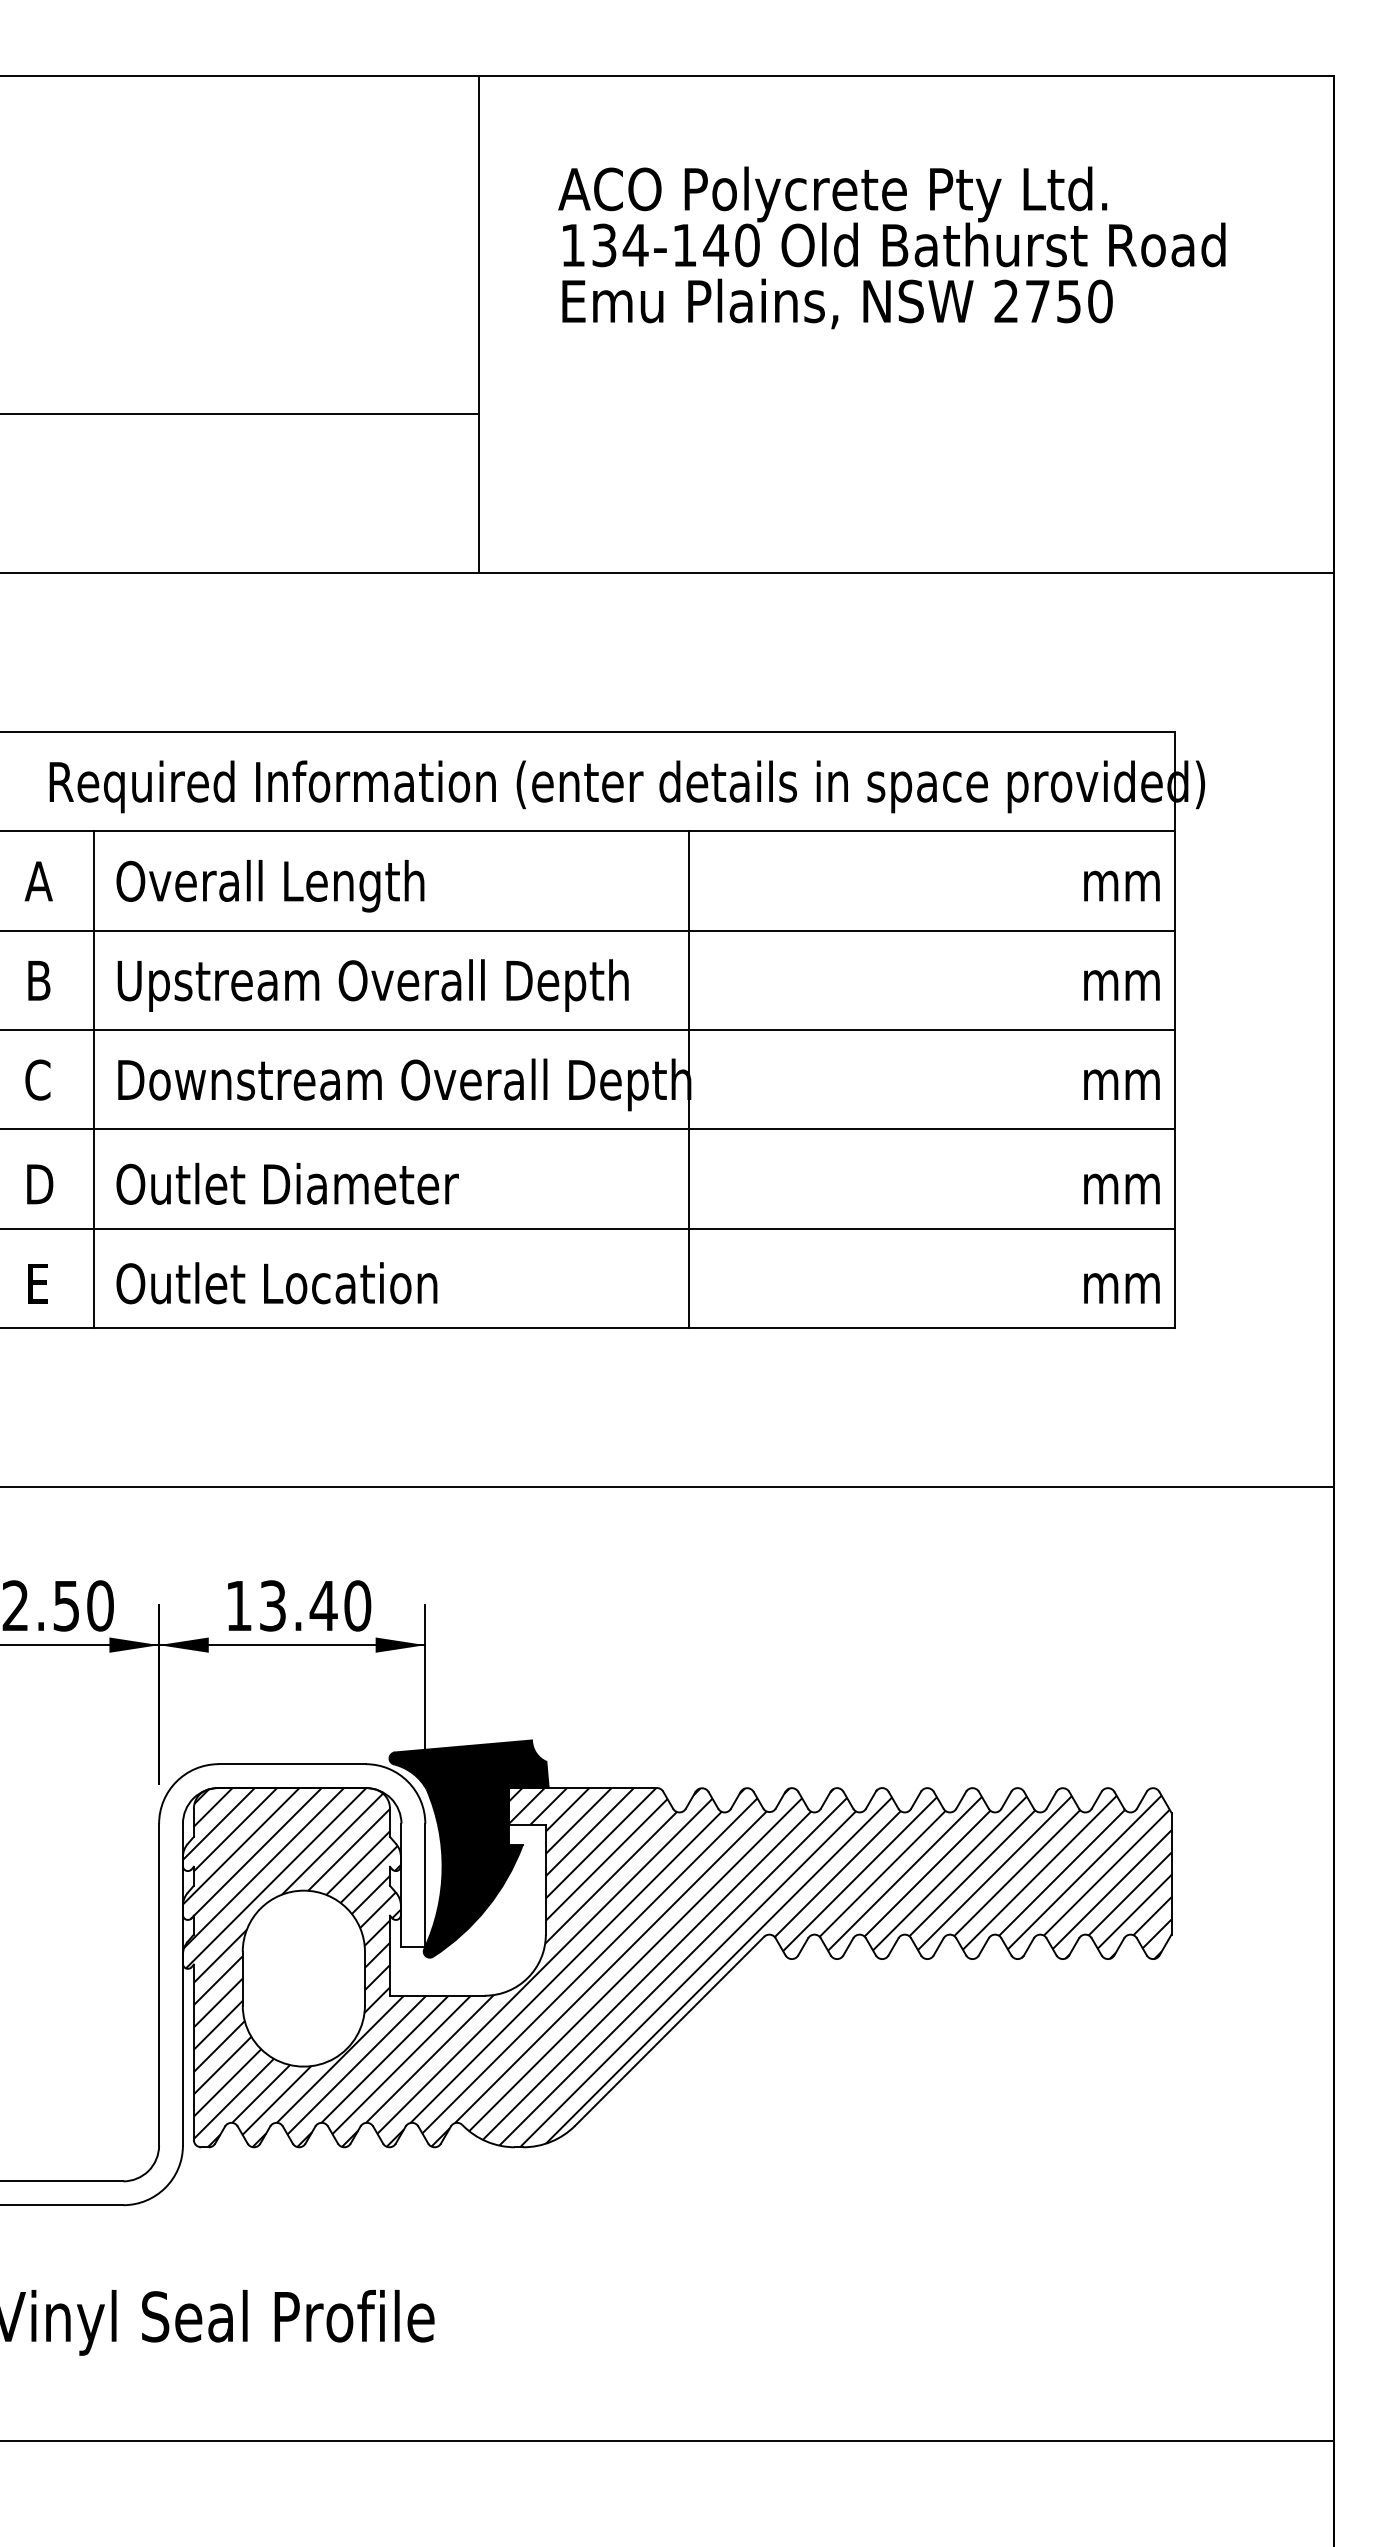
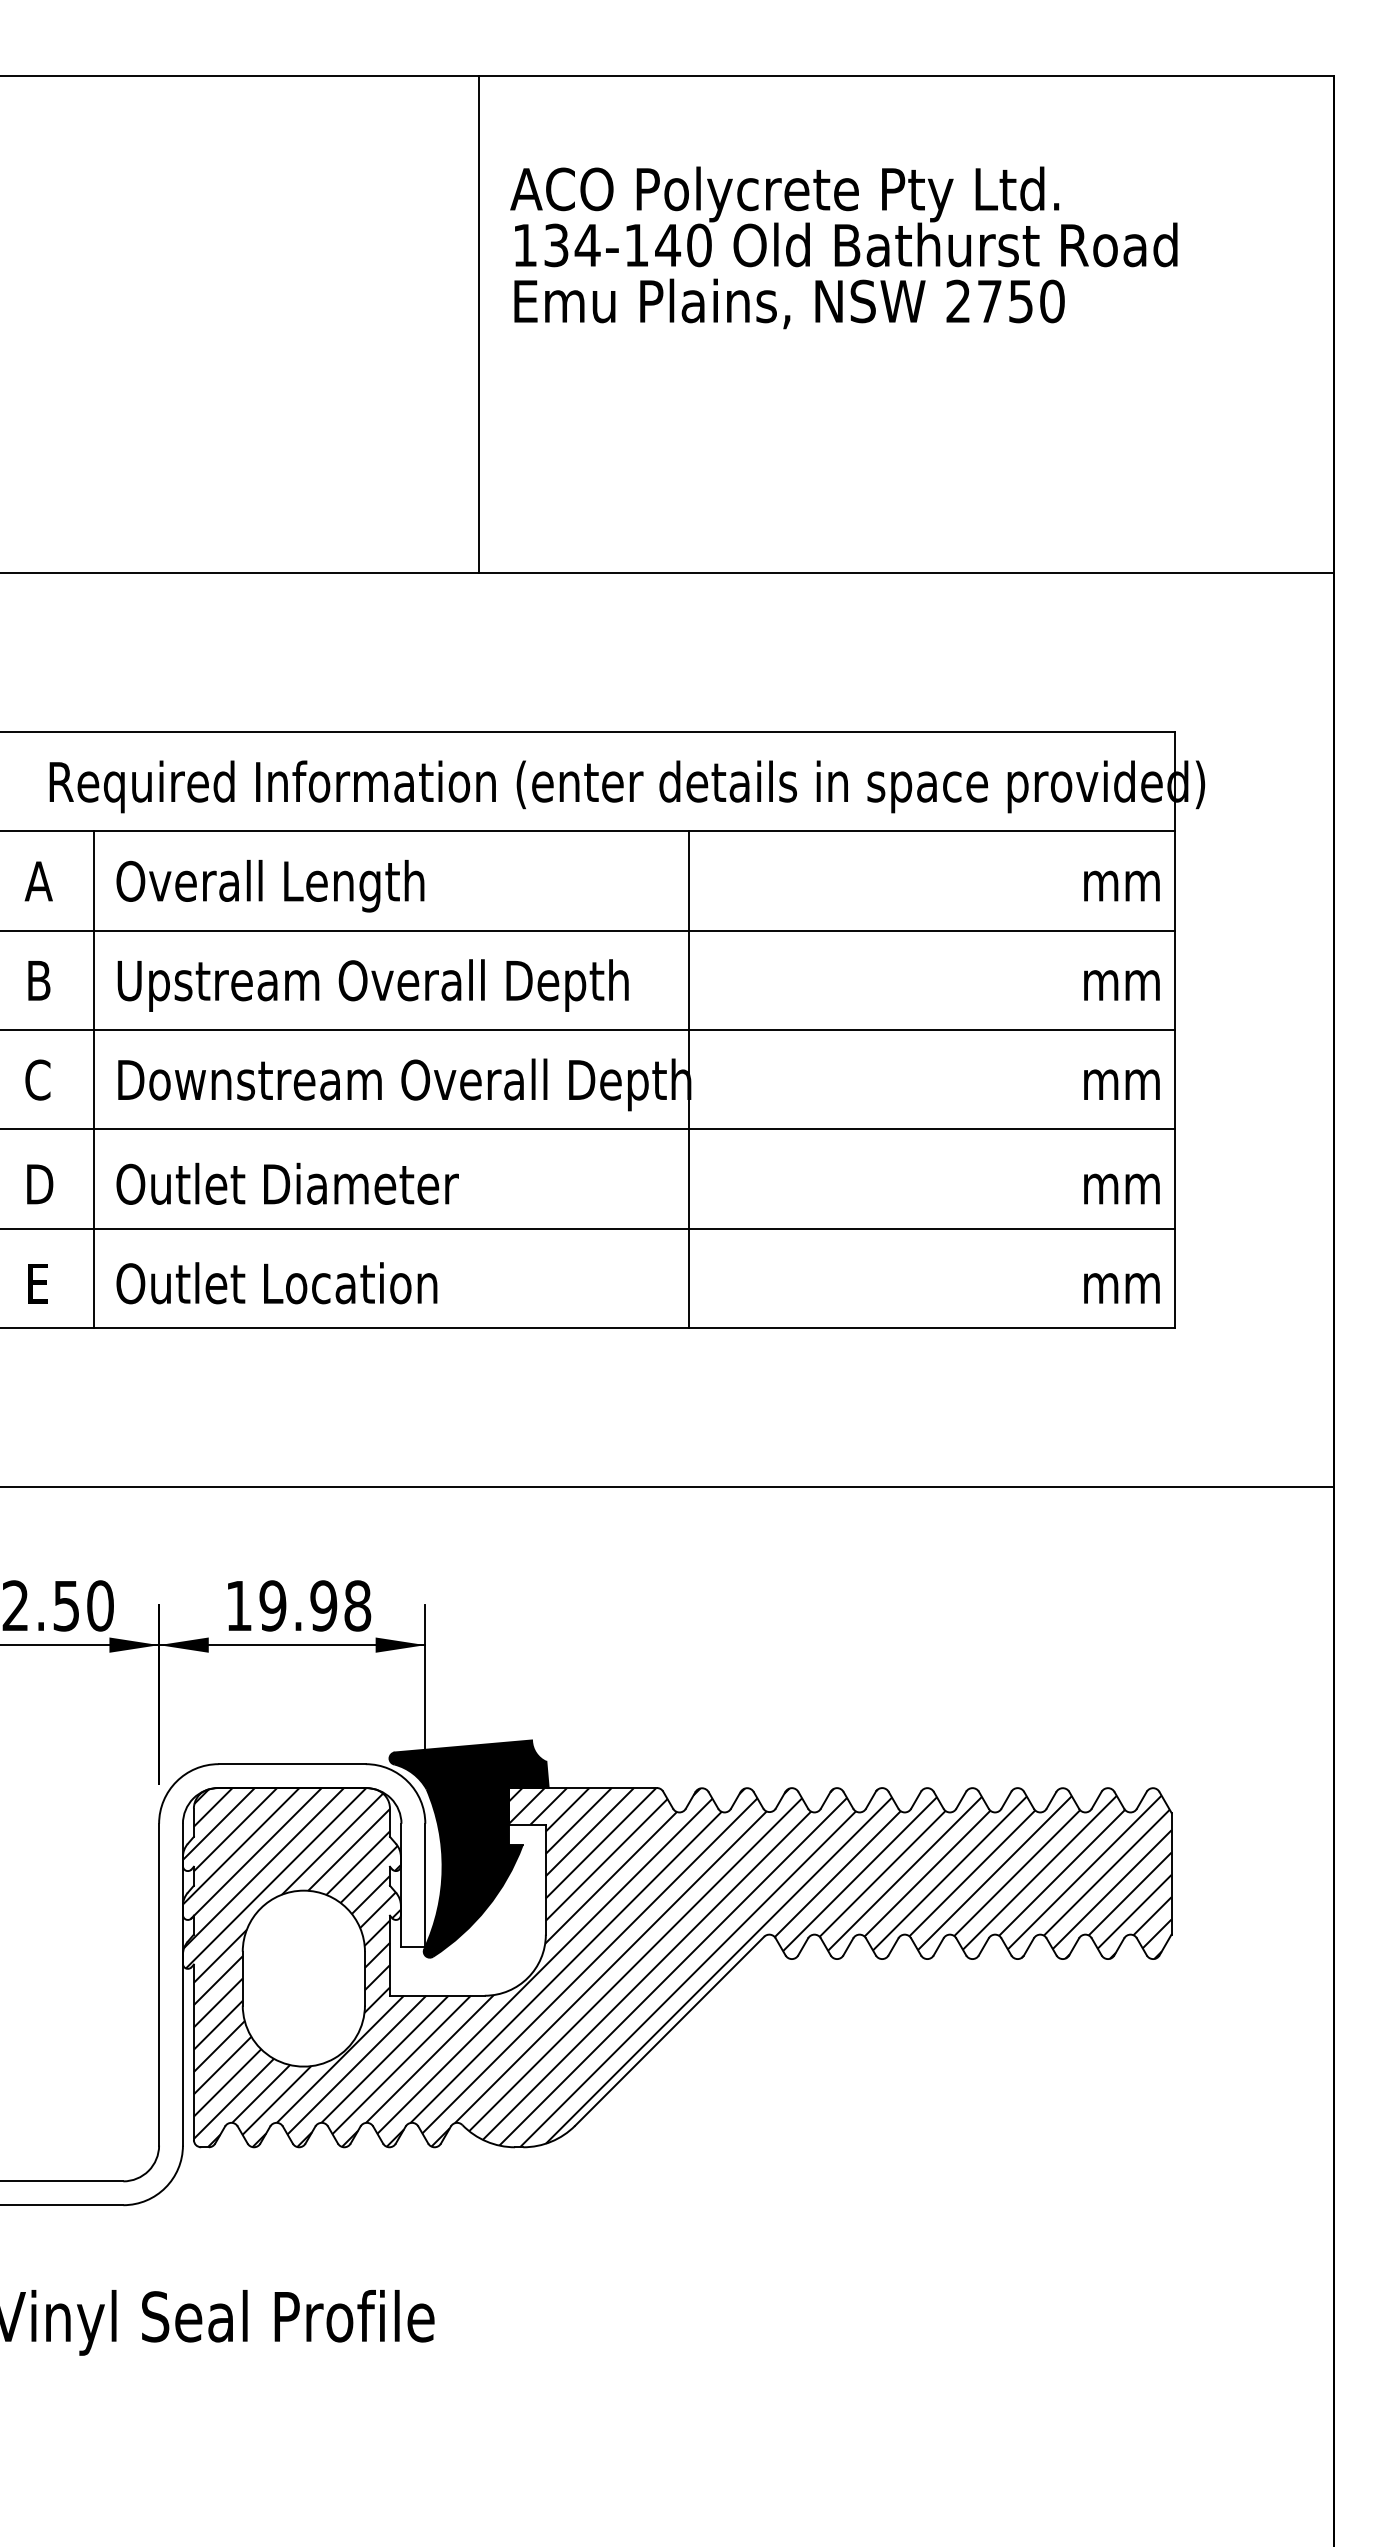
text at (891, 247) position: (891, 247) -> (843, 247)
line at (240, 414): present -> none
text at (315, 1605): 13.40 -> 19.98
line at (667, 2440): present -> none
